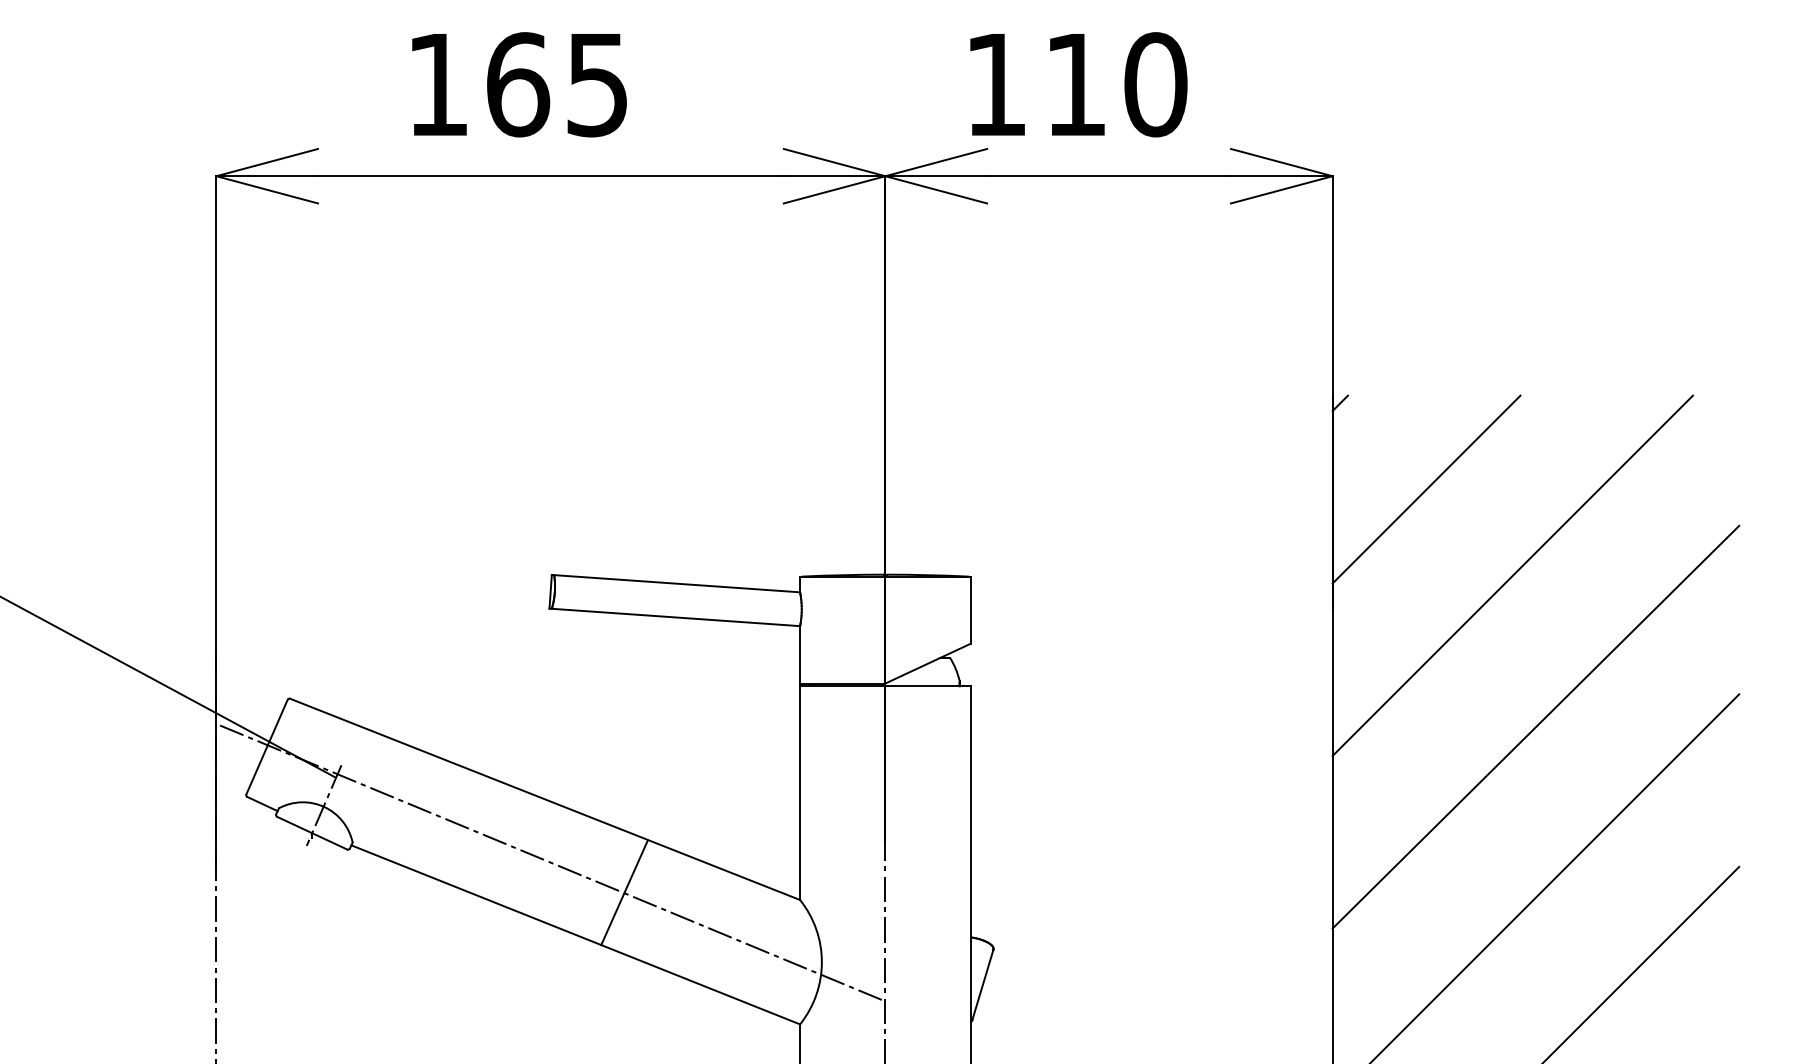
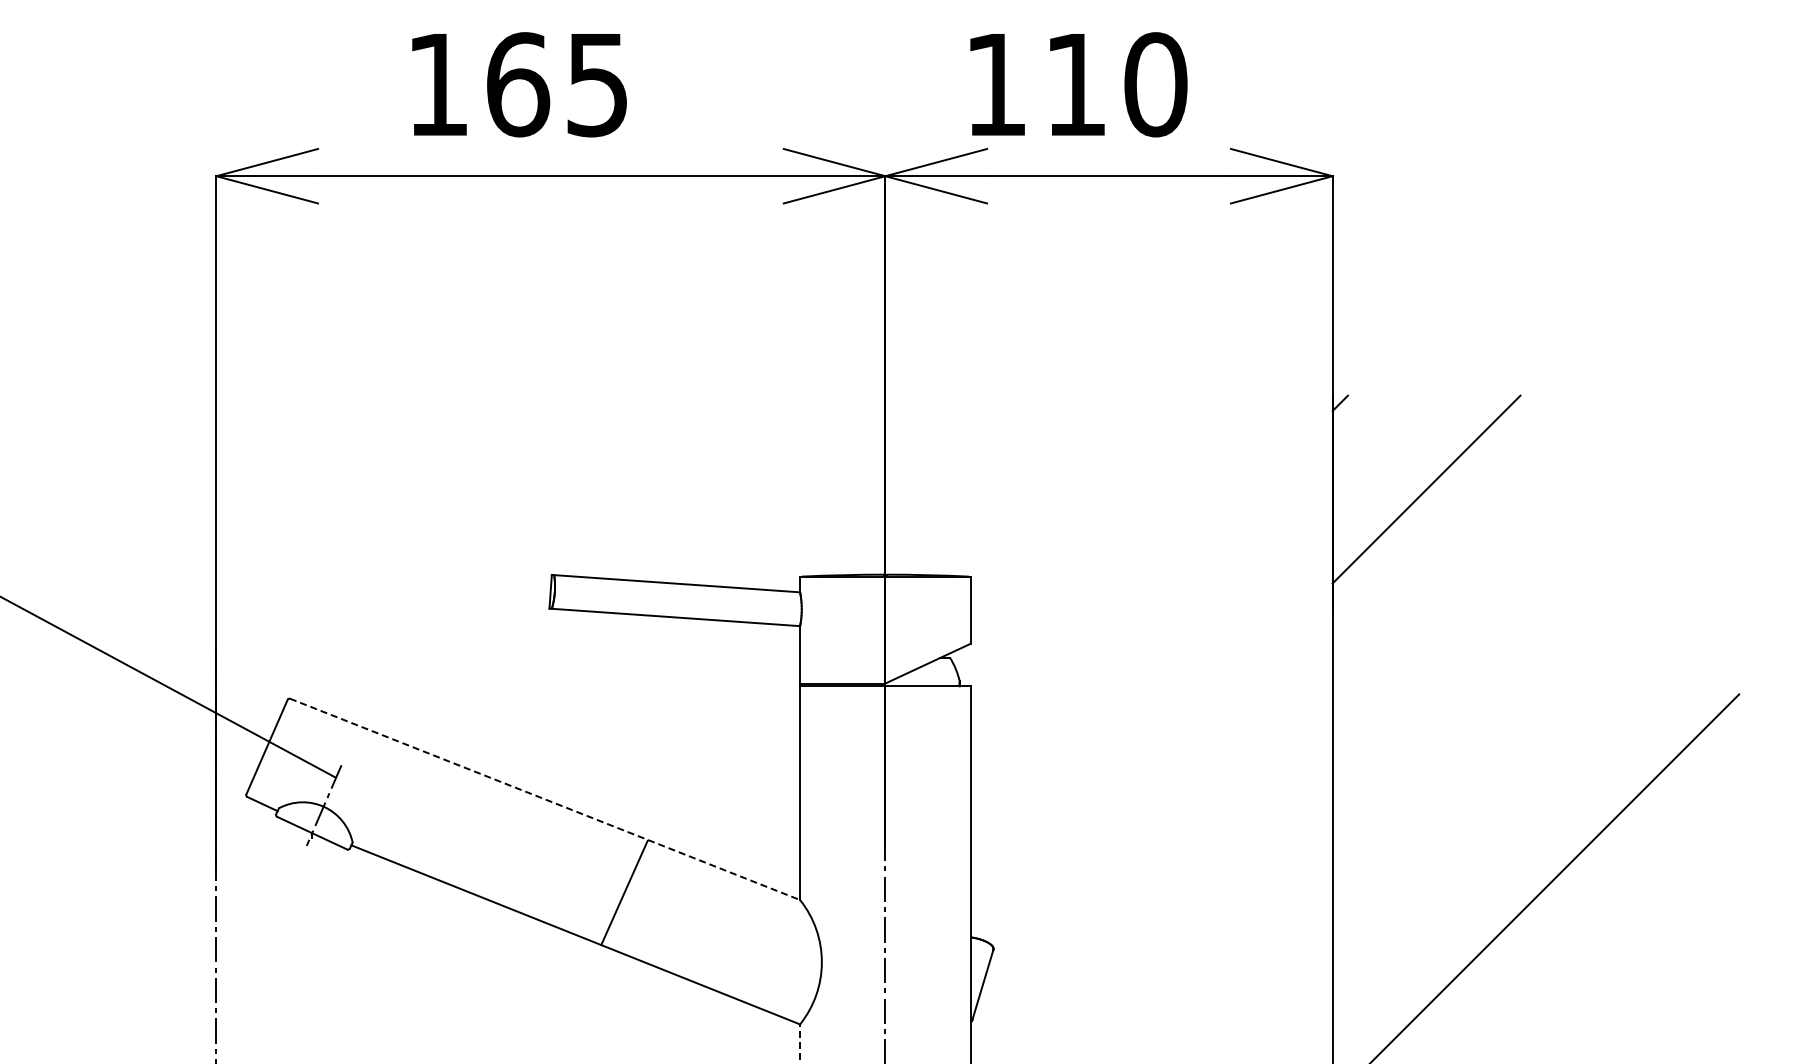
line at (1512, 575): present -> none
line at (1535, 726): present -> none
line at (545, 799): solid -> dashed
line at (552, 863): present -> none
line at (1642, 963): present -> none
line at (800, 1043): solid -> dashed
